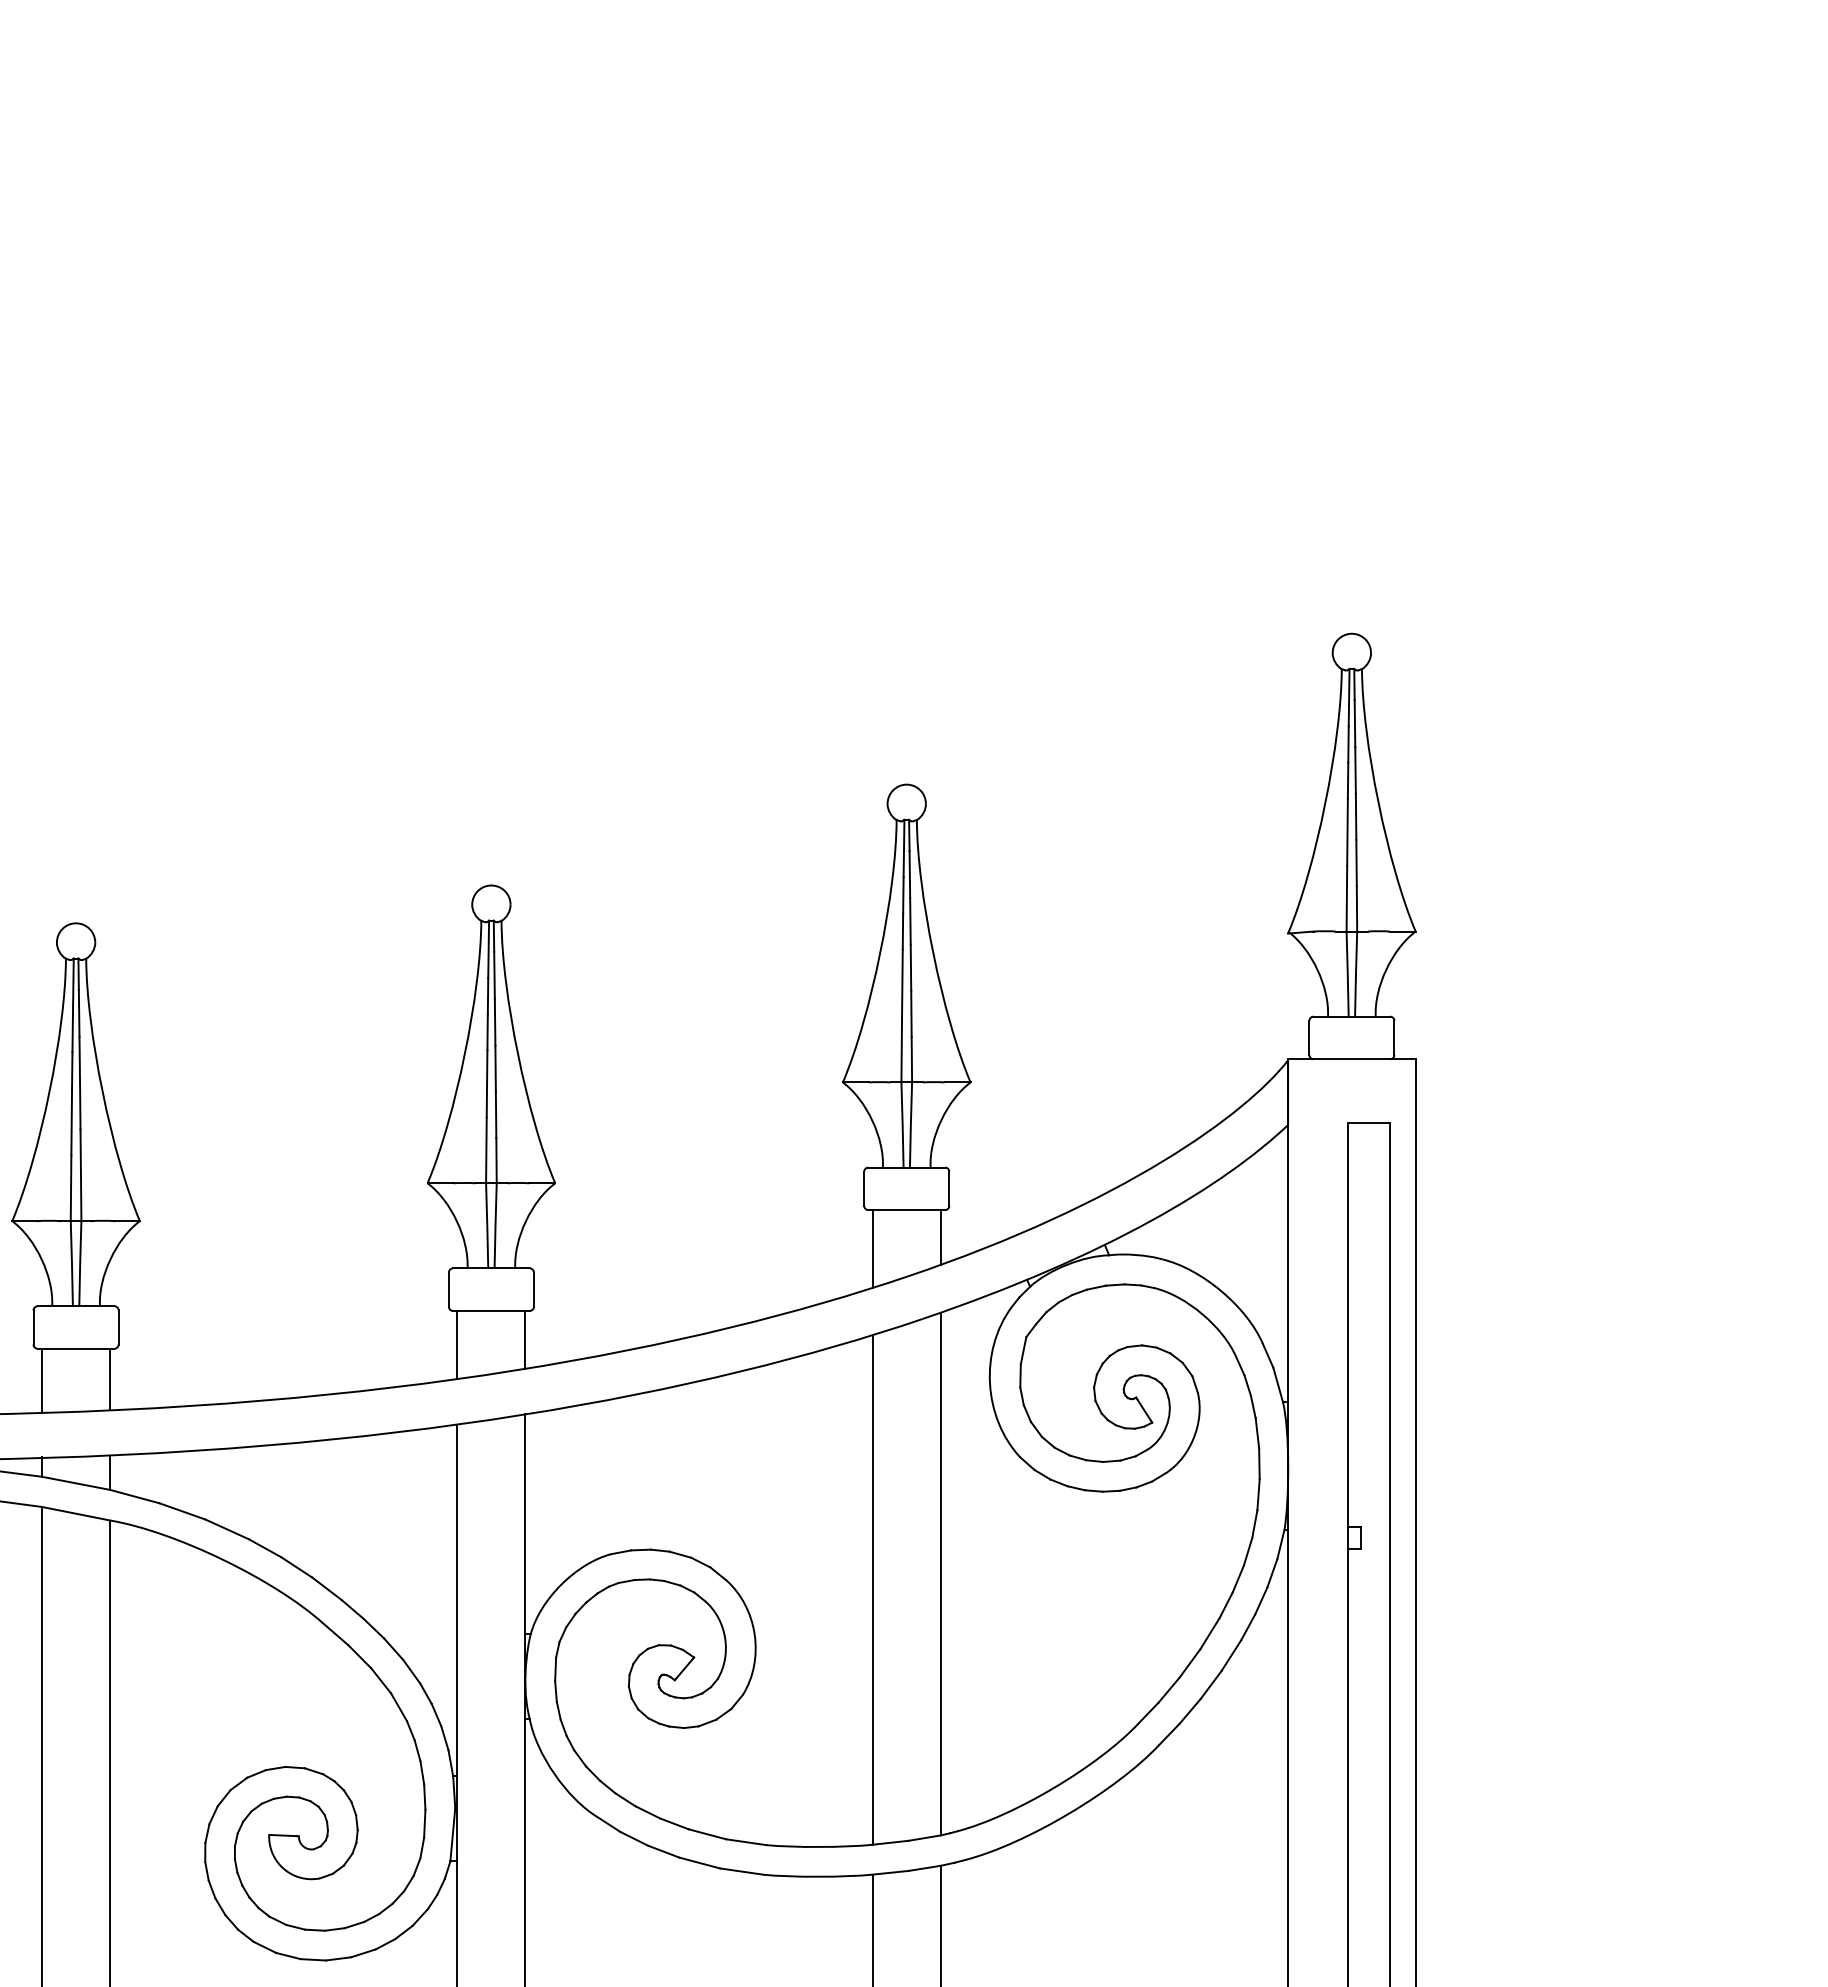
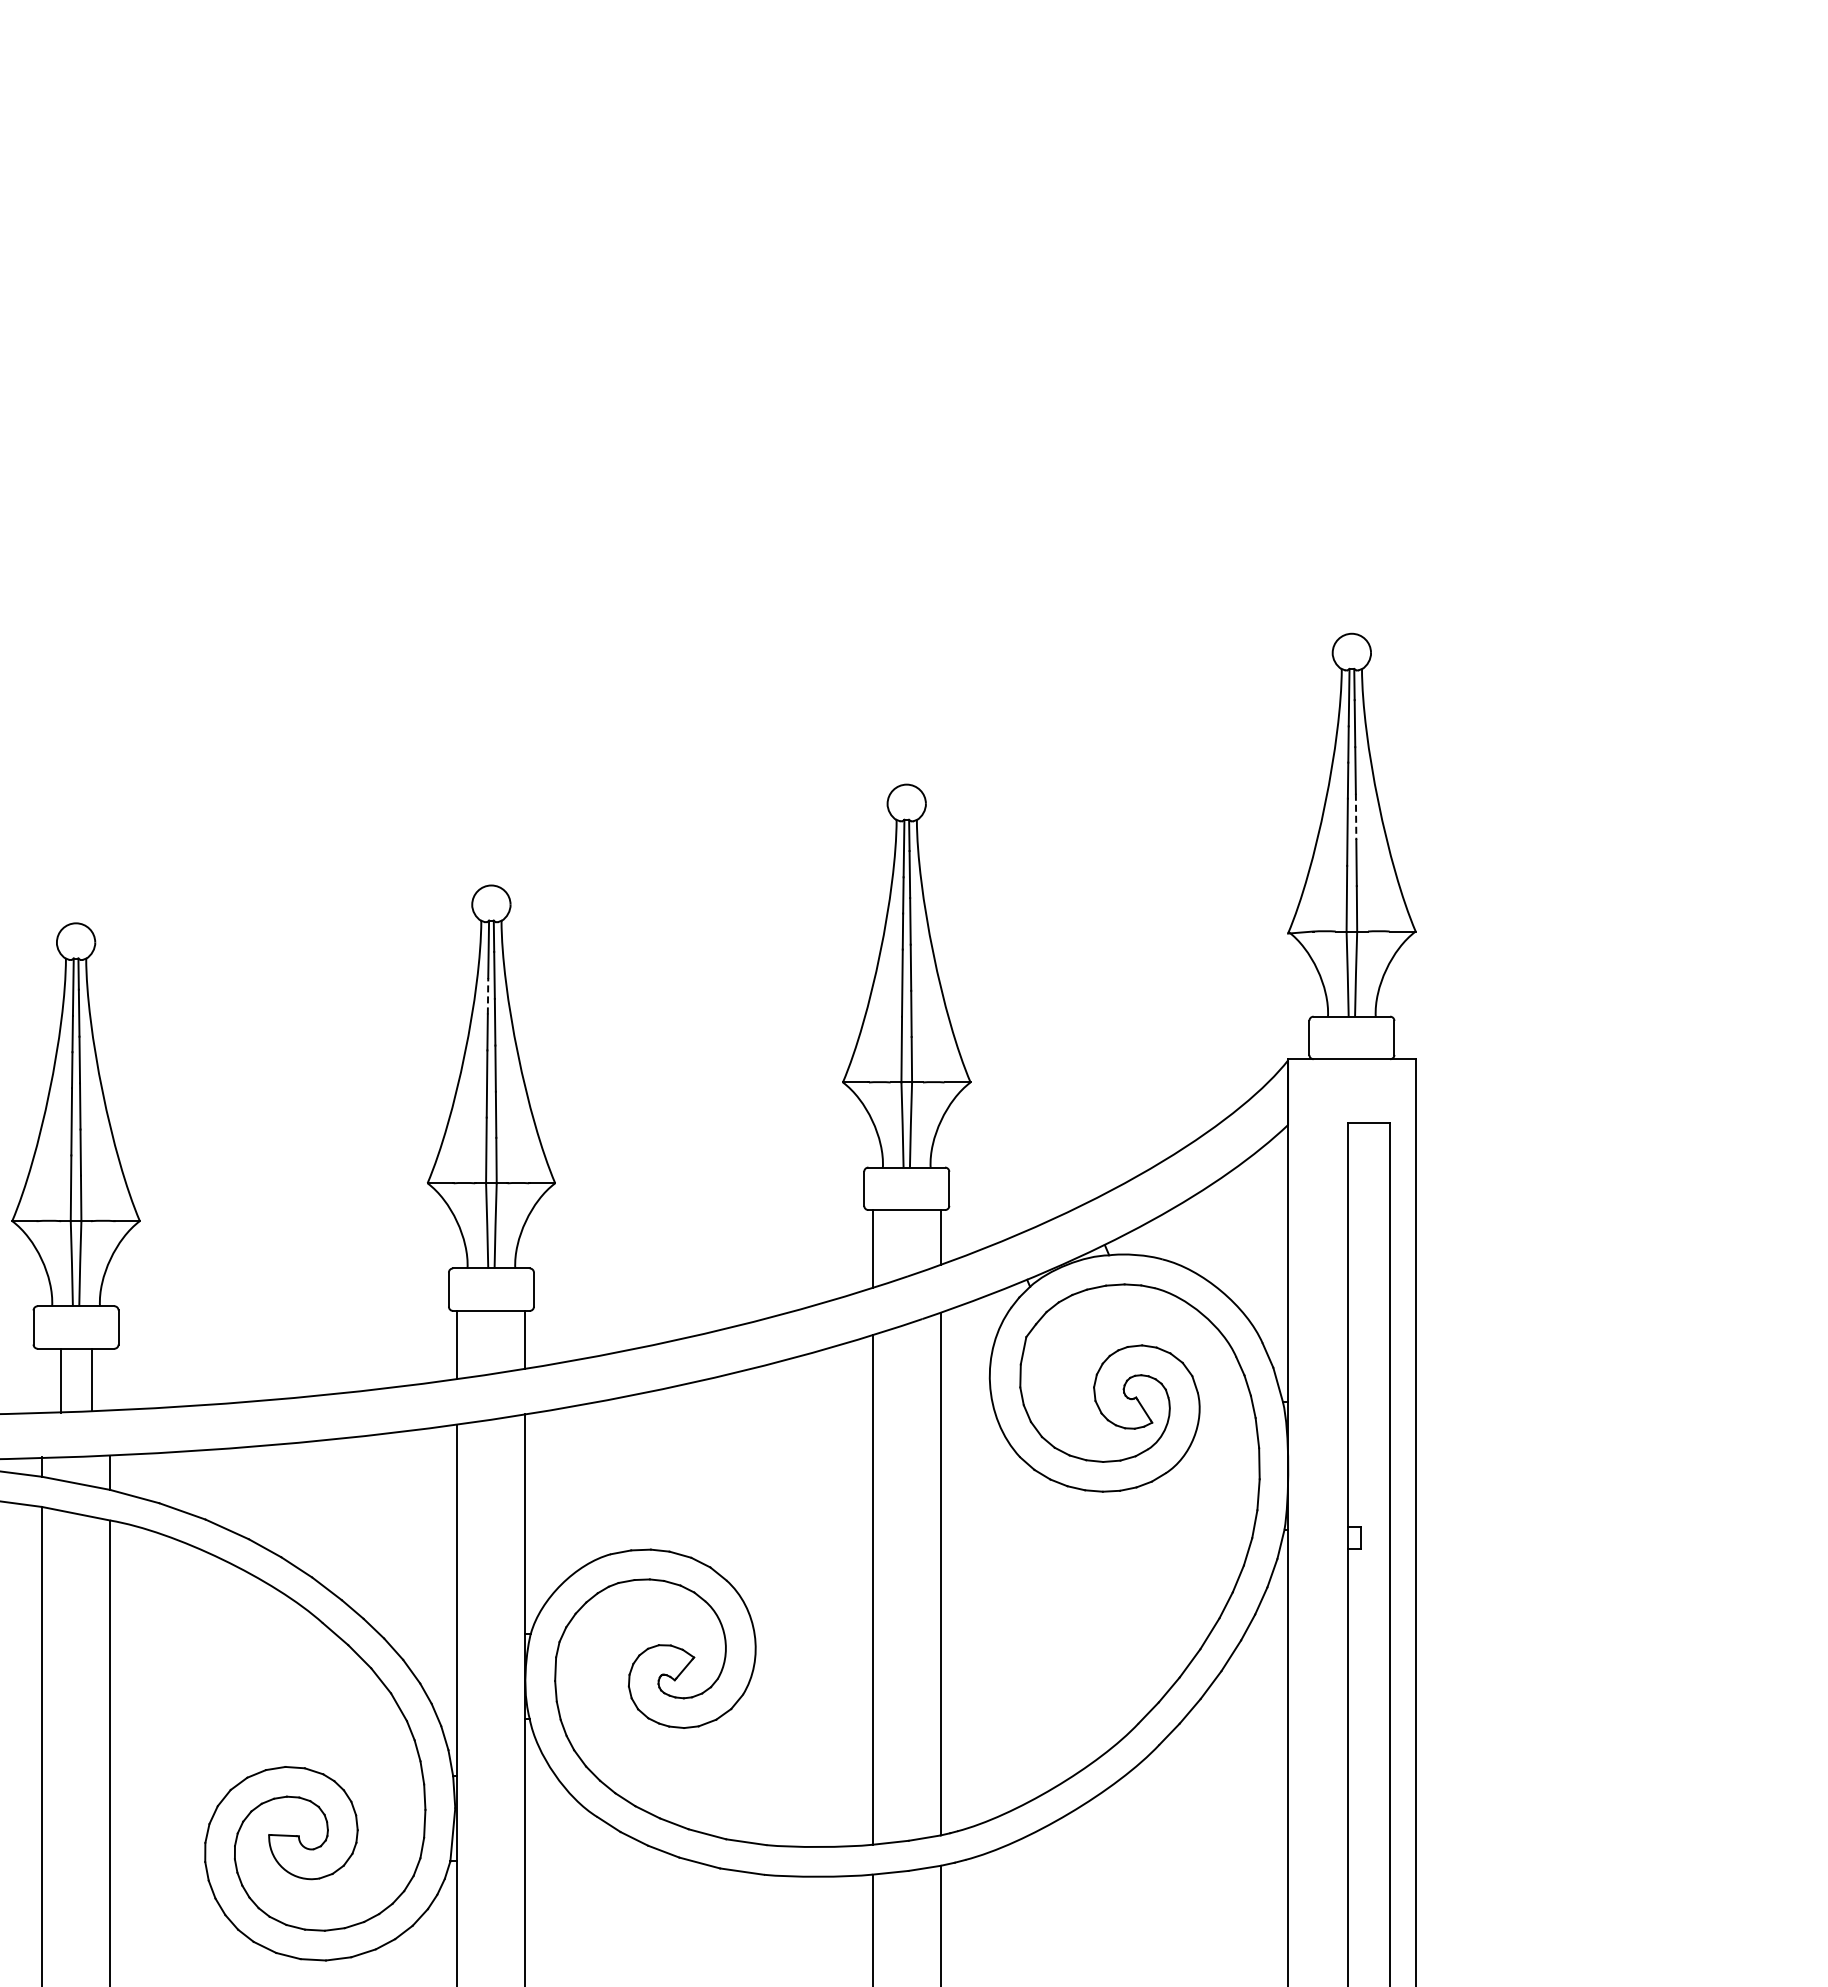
line at (1356, 817): solid -> dashed
line at (488, 995): solid -> dashed
line at (110, 1378) position: (110, 1378) -> (92, 1378)
line at (42, 1380) position: (42, 1380) -> (61, 1380)
